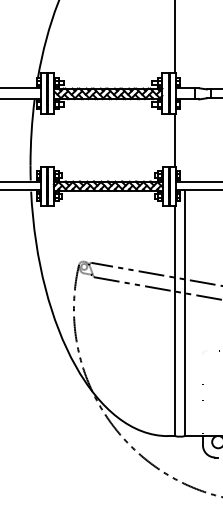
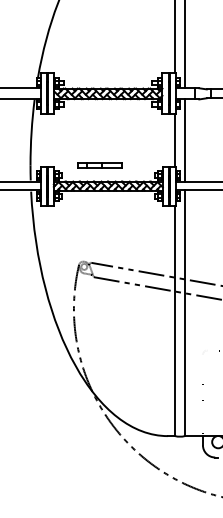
line at (184, 45): none -> present
line at (184, 140): none -> present
part at (99, 165): none -> present
